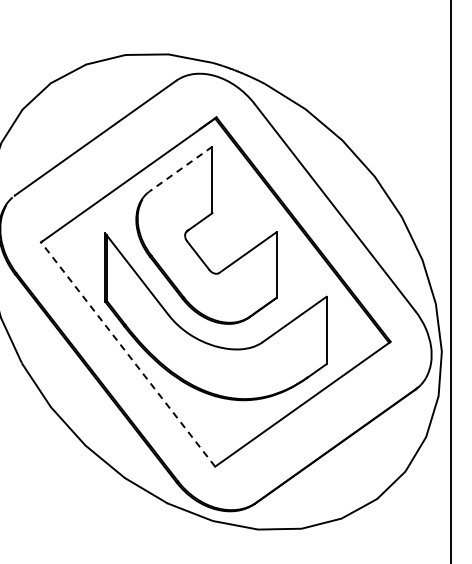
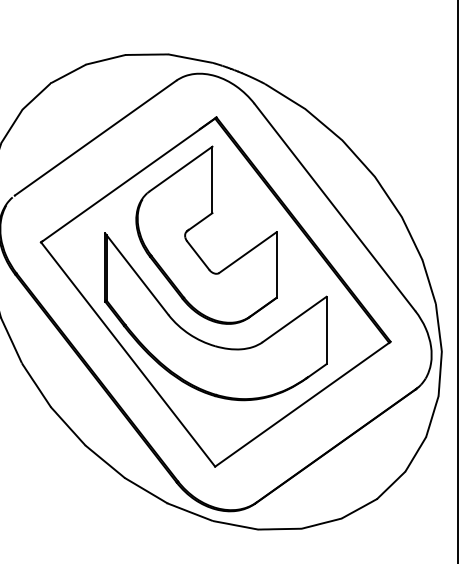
line at (180, 169): dashed -> solid
line at (450, 281) position: (450, 281) -> (457, 281)
line at (128, 354): dashed -> solid
